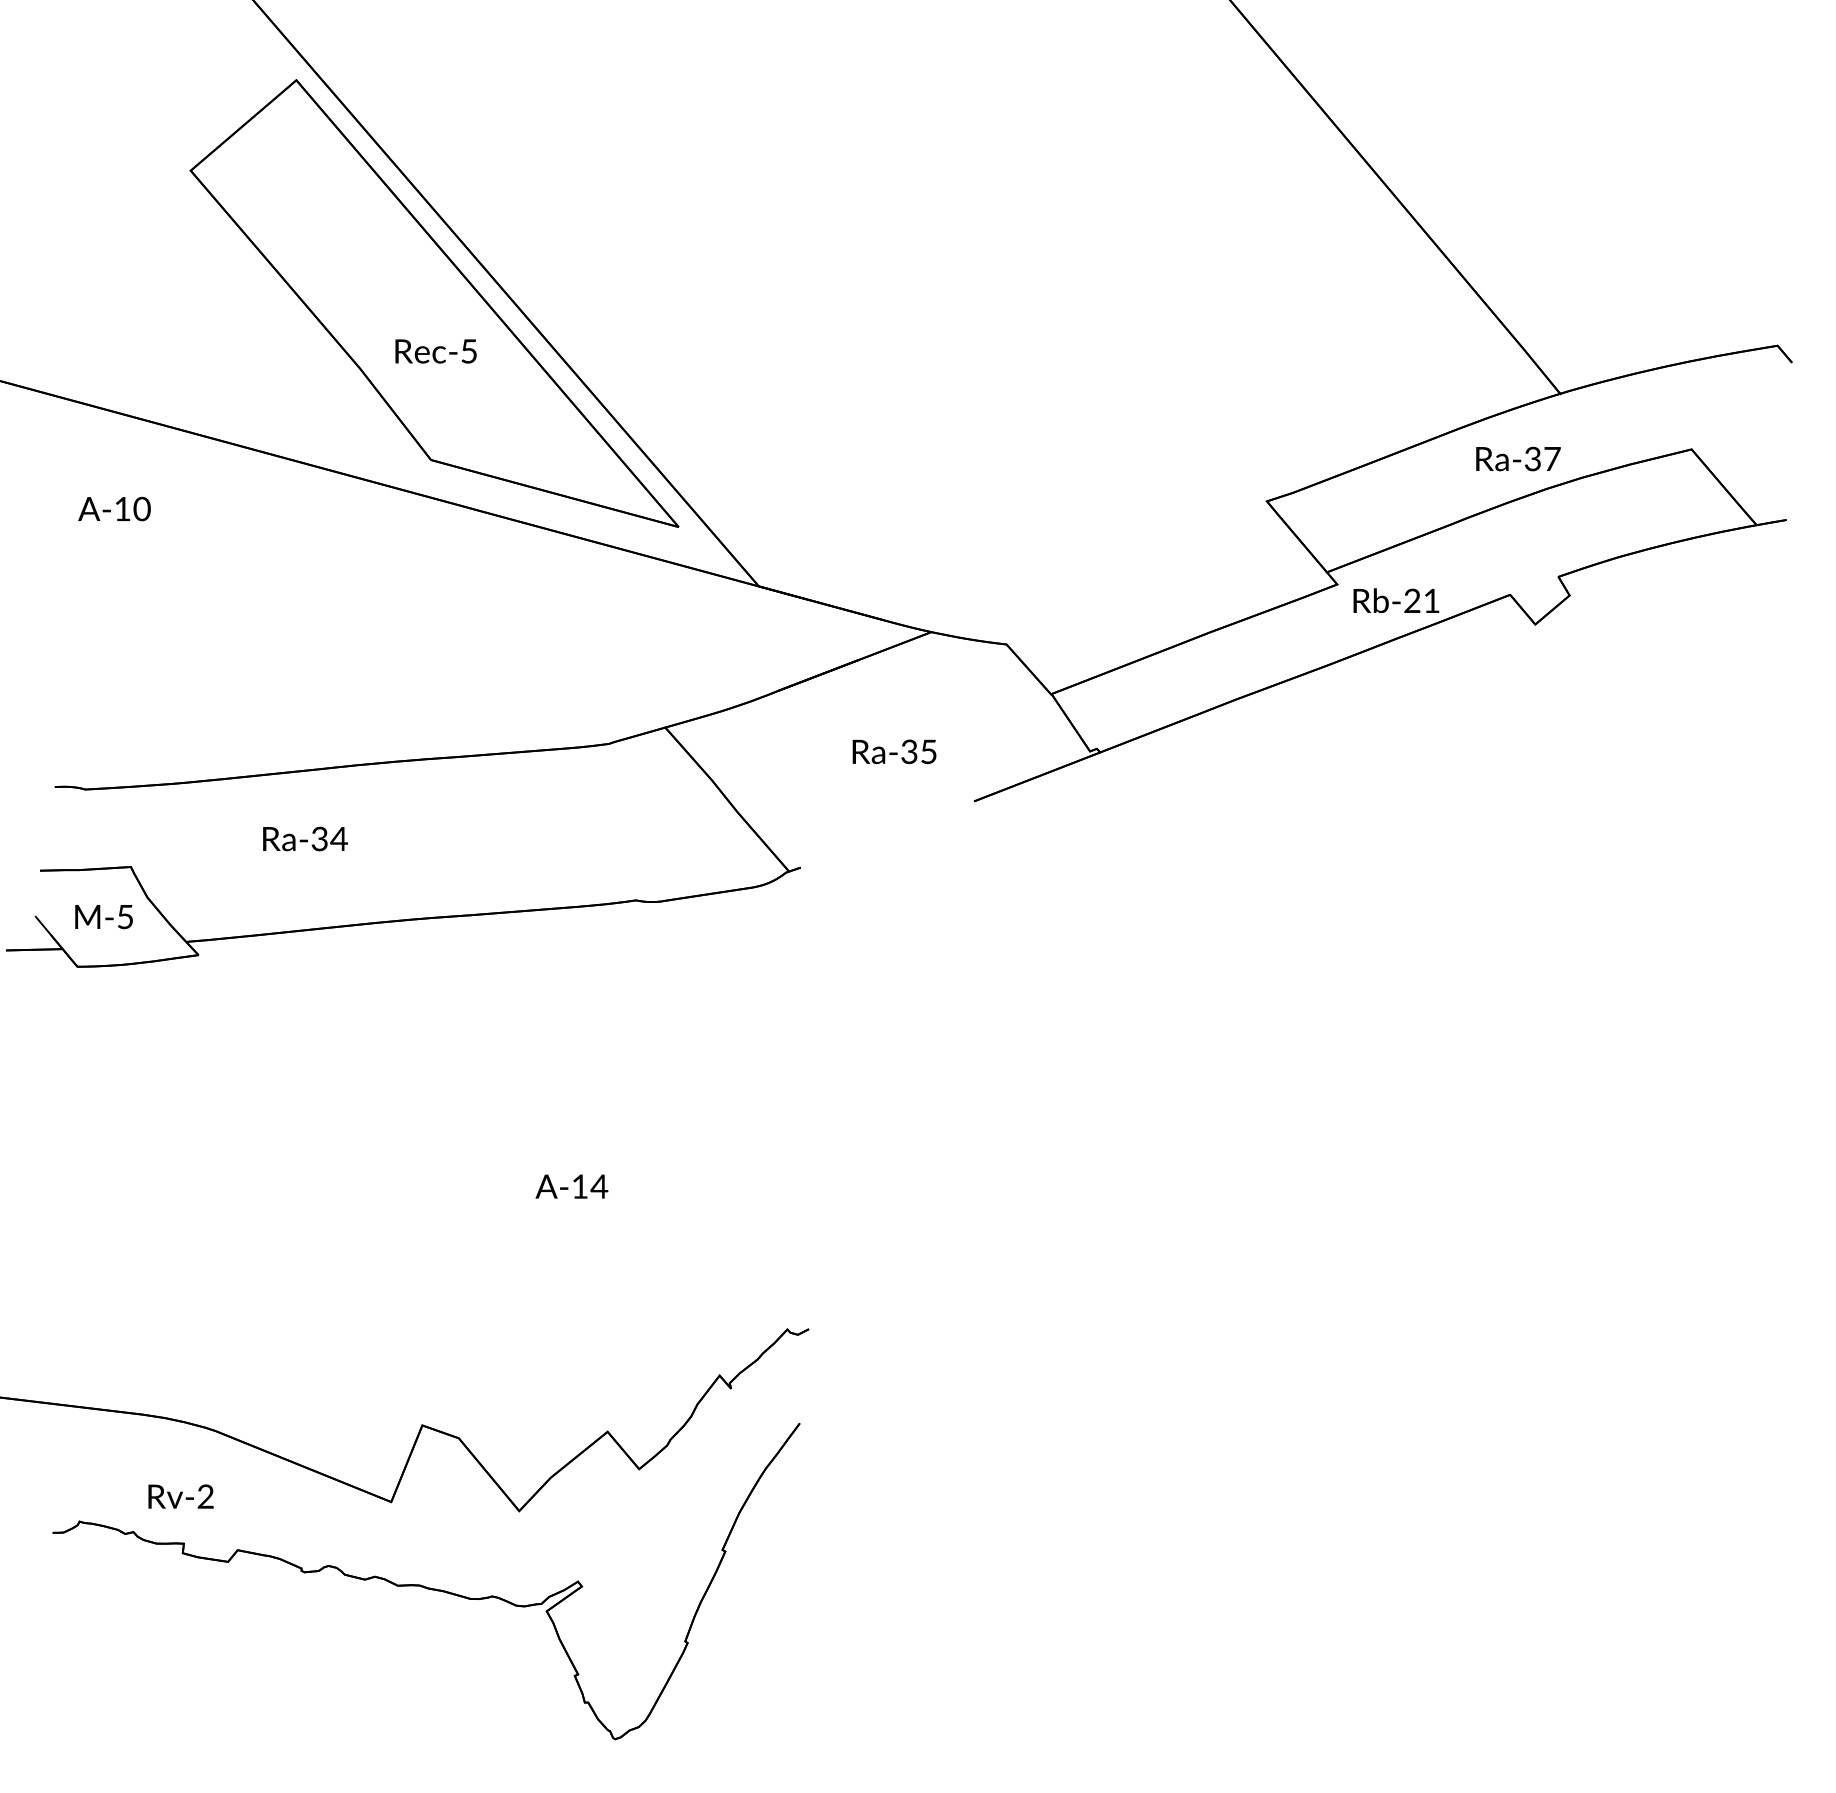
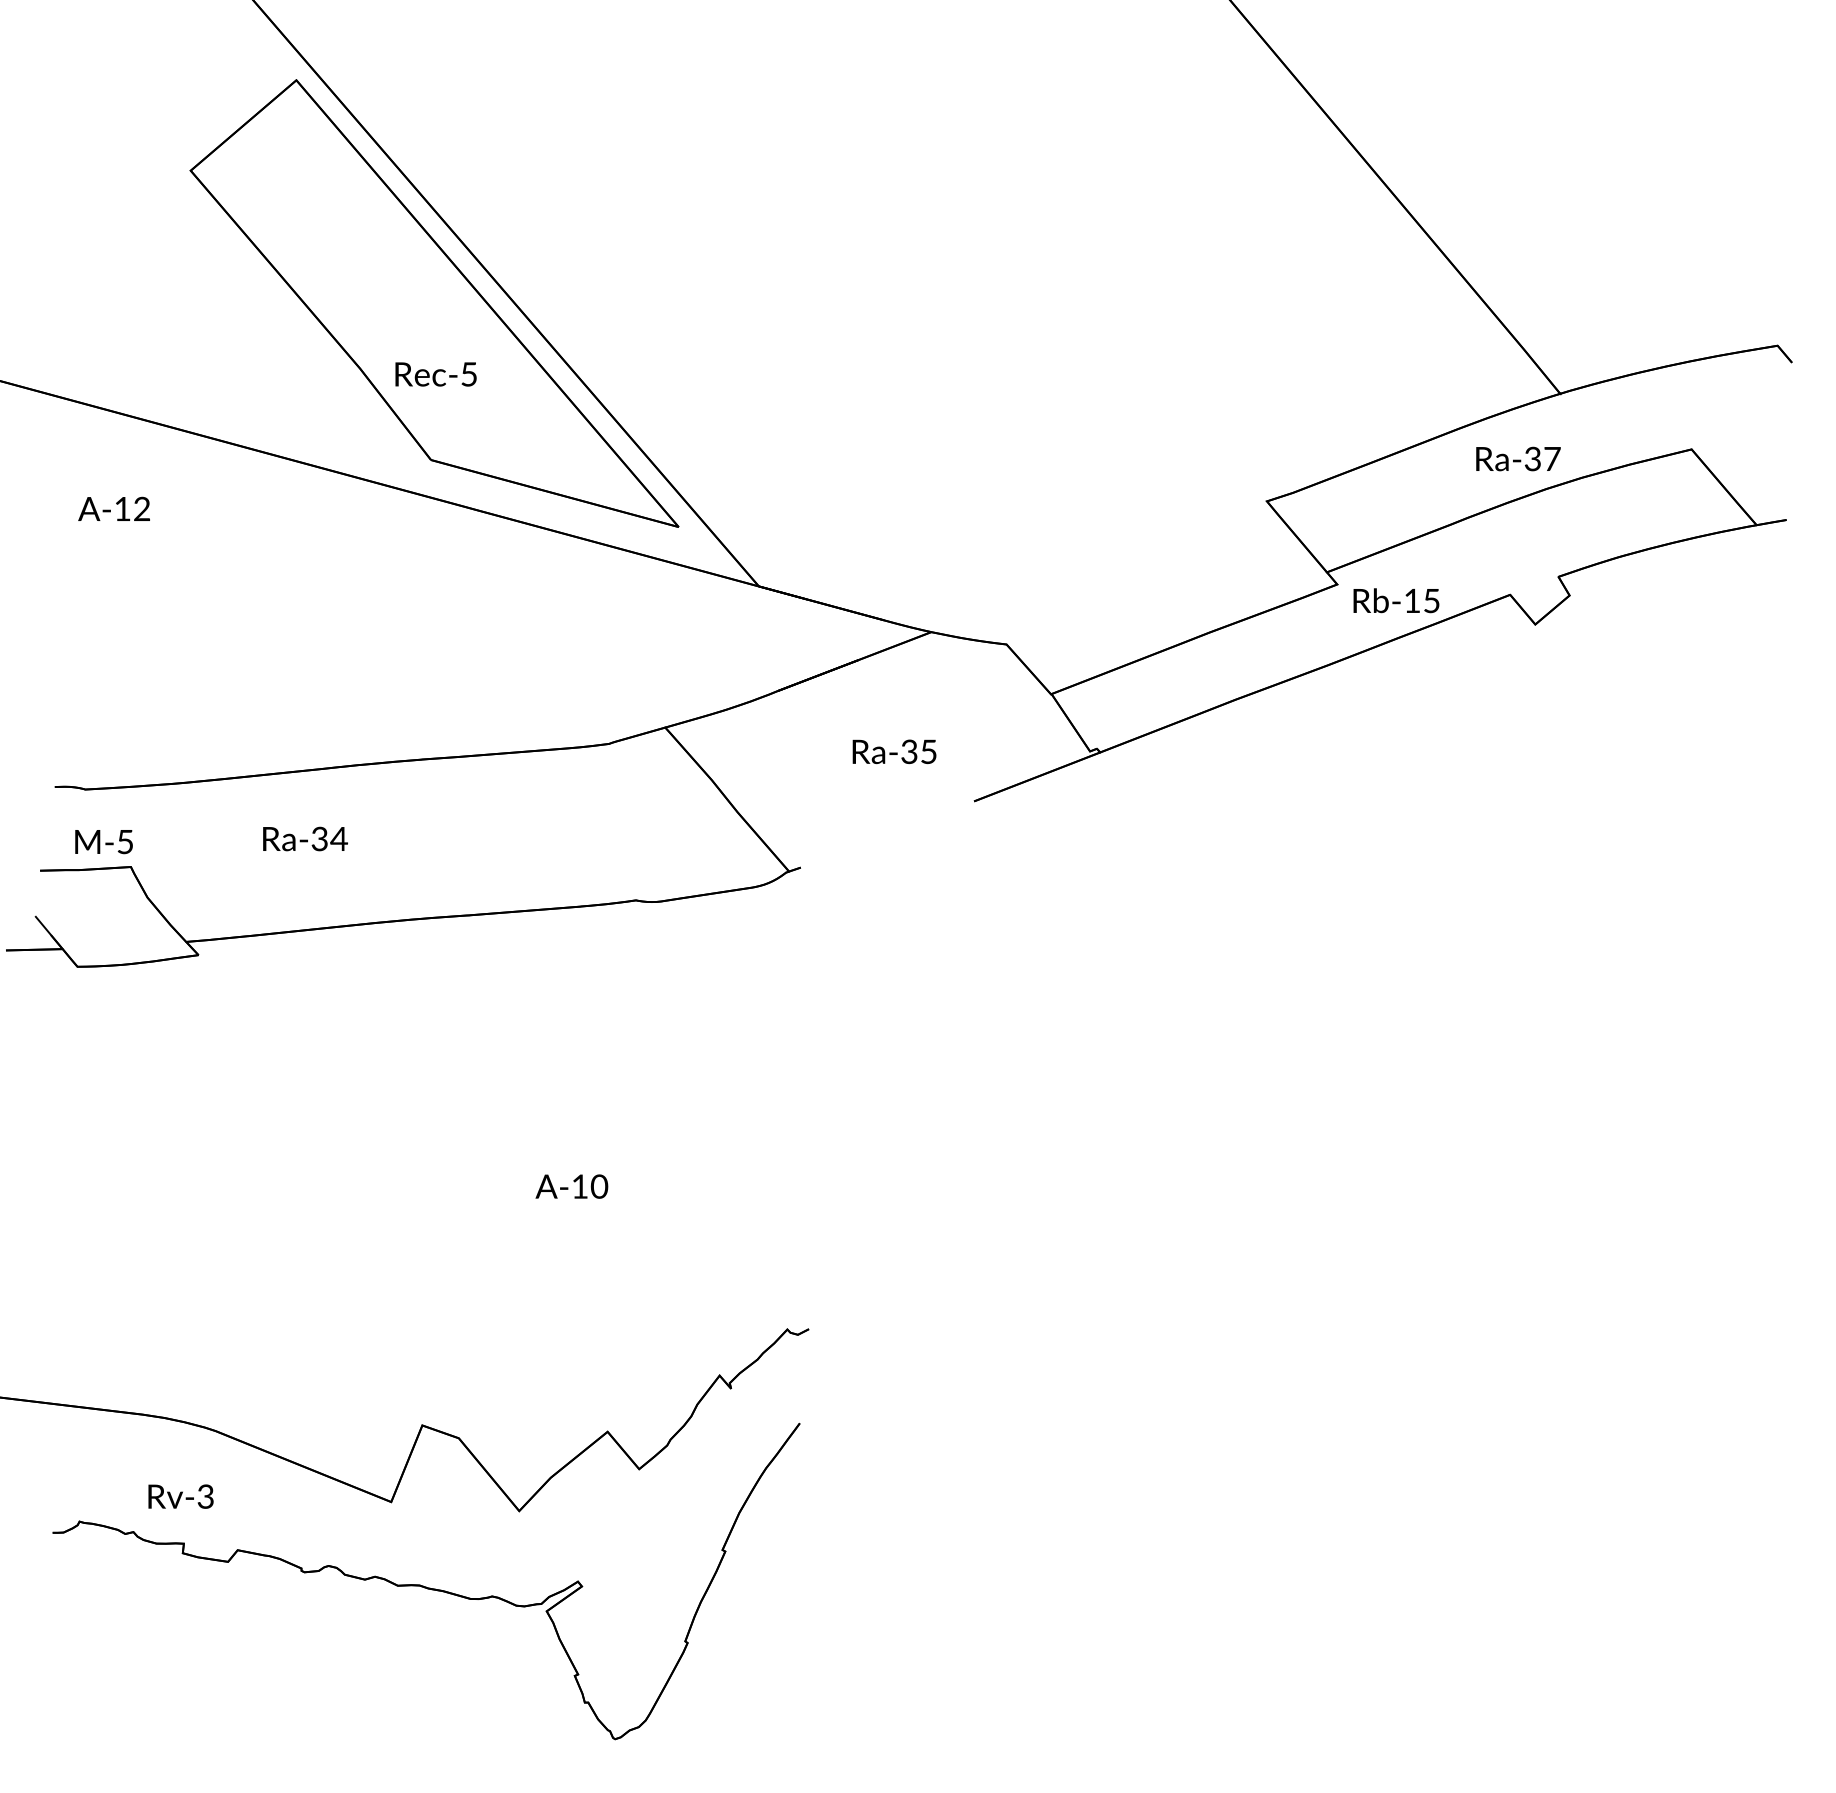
text at (435, 351) position: (435, 351) -> (435, 374)
text at (141, 509): A-10 -> A-12
text at (1421, 600): Rb-21 -> Rb-15
text at (103, 917) position: (103, 917) -> (103, 842)
text at (599, 1186): A-14 -> A-10
text at (205, 1497): Rv-2 -> Rv-3
